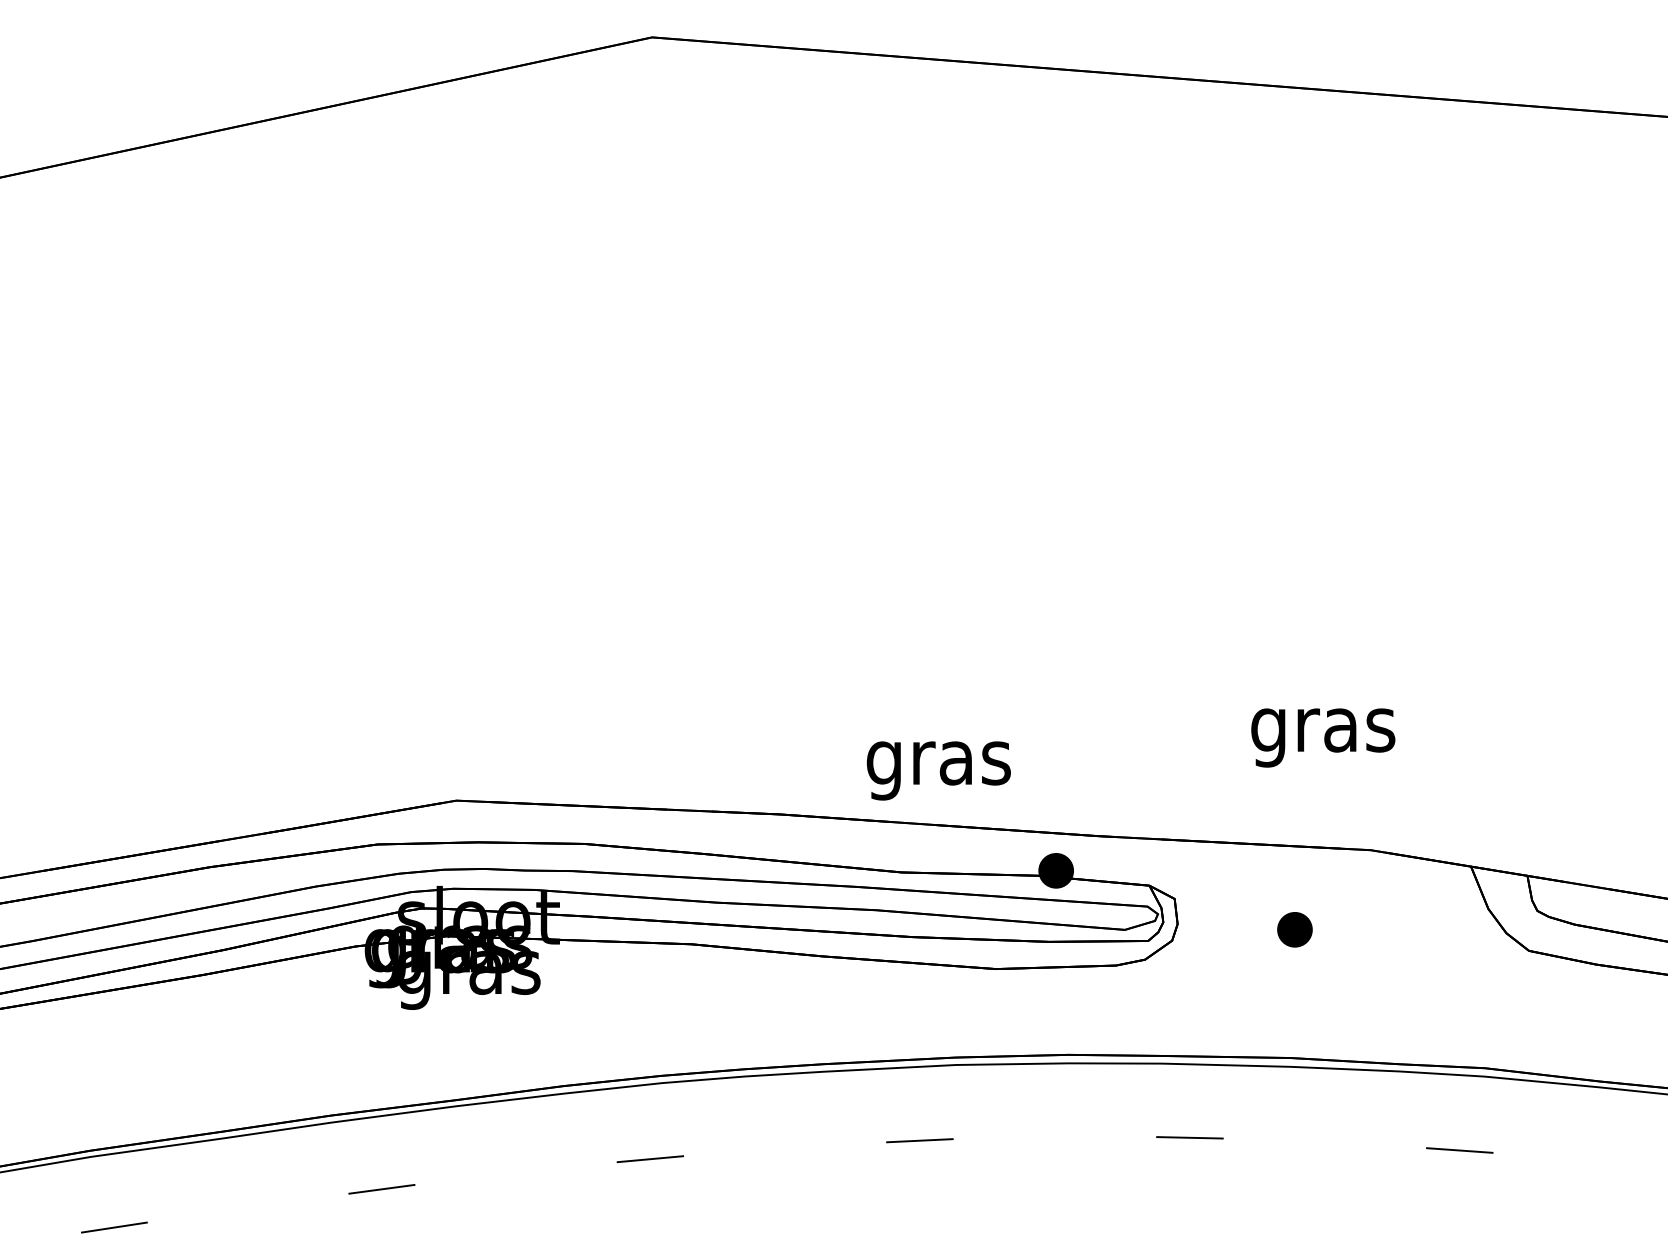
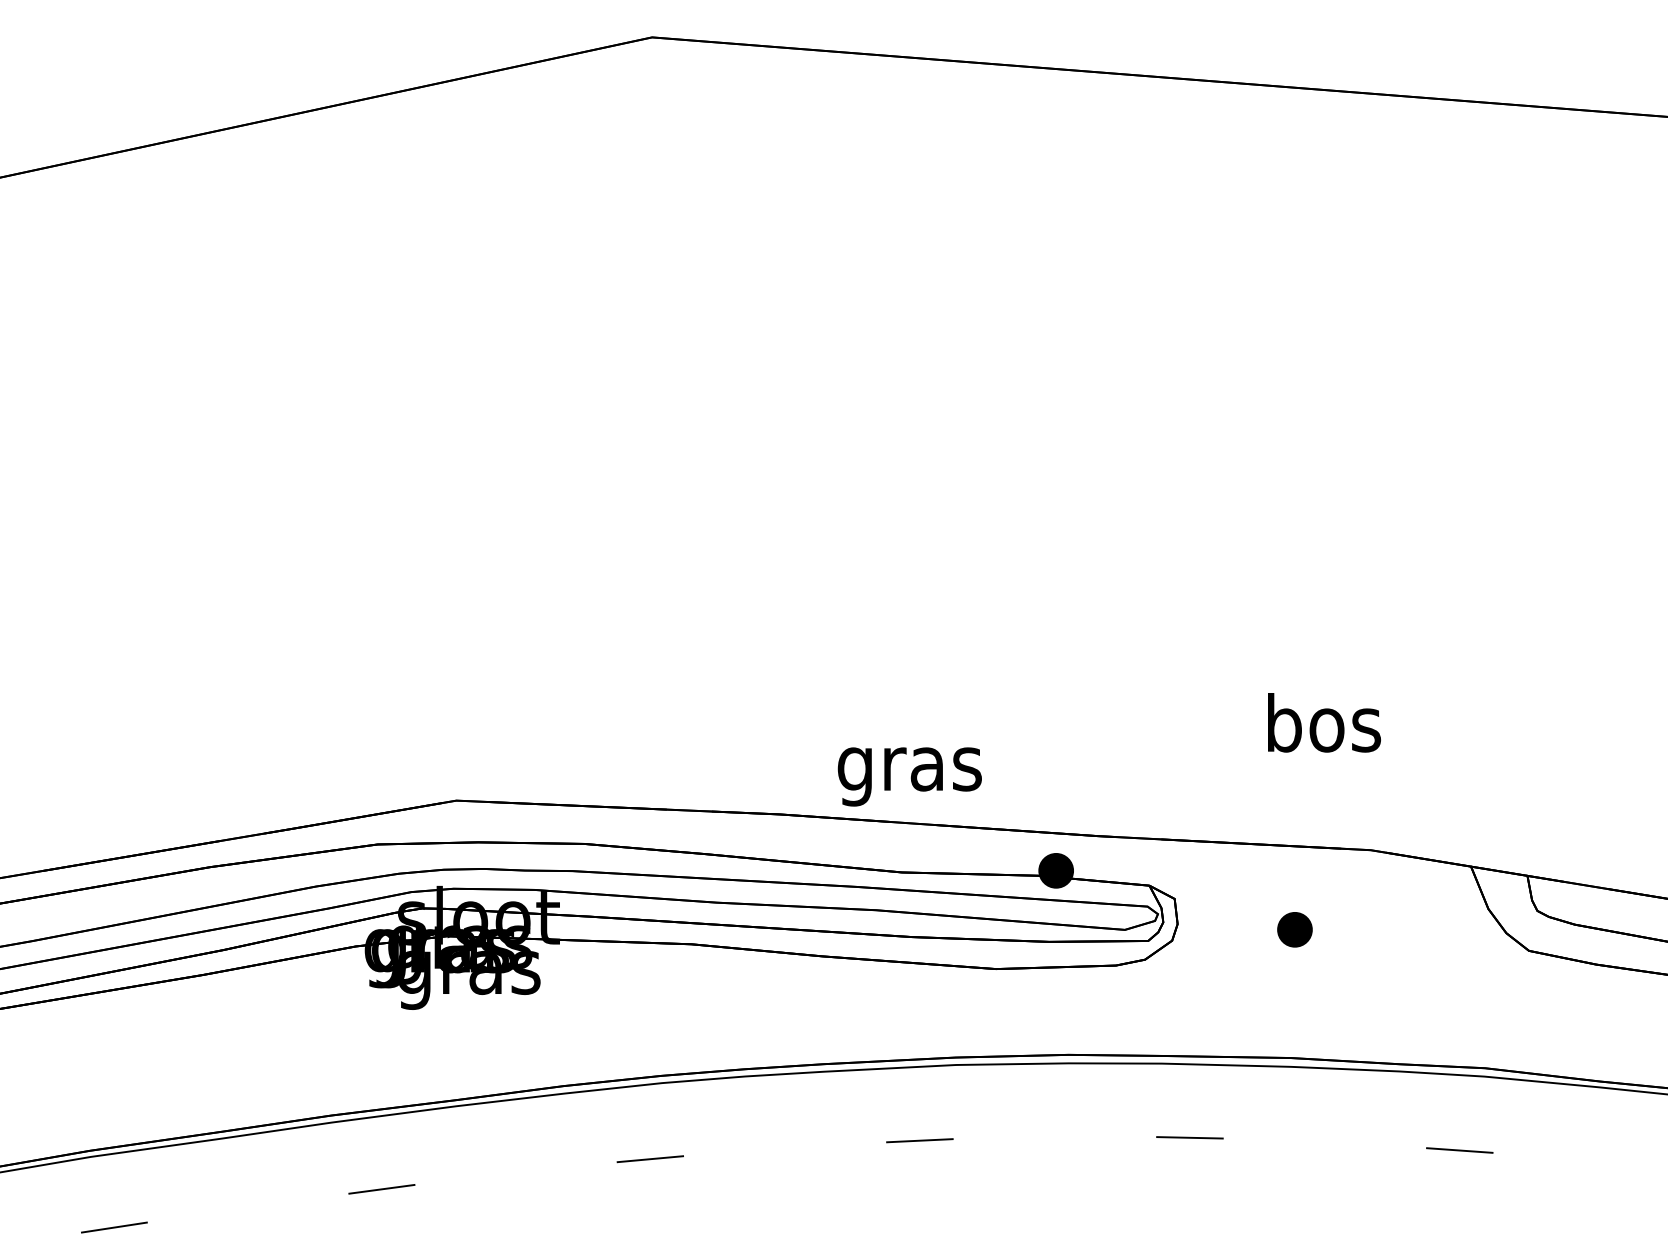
text at (1323, 730): gras -> bos
text at (938, 770) position: (938, 770) -> (909, 776)
